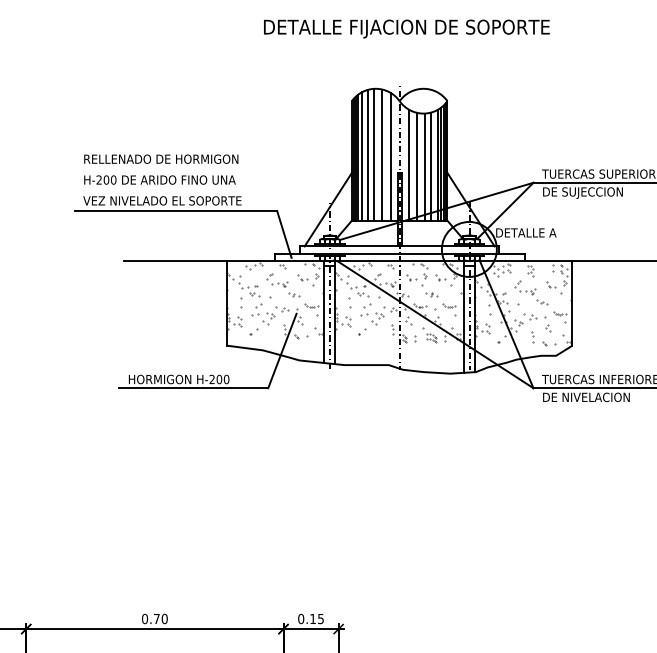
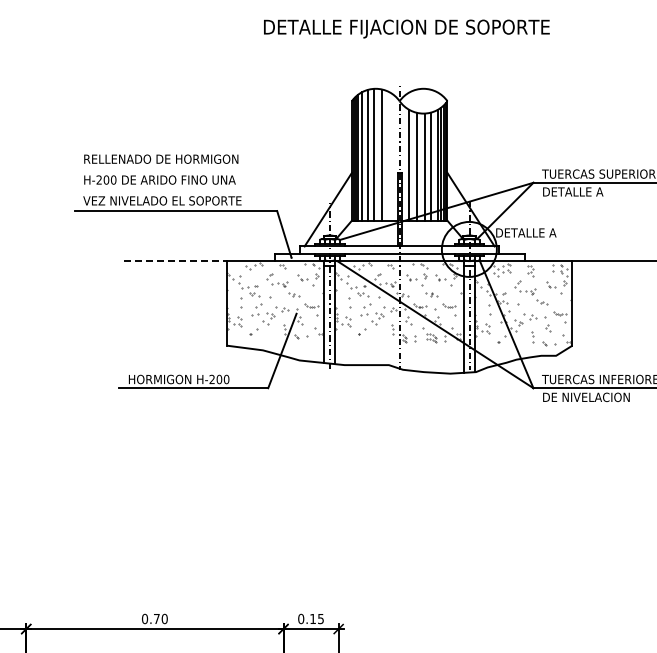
line at (390, 156): present -> none
text at (589, 192): DE SUJECCION -> DETALLE A
line at (175, 261): solid -> dashed
